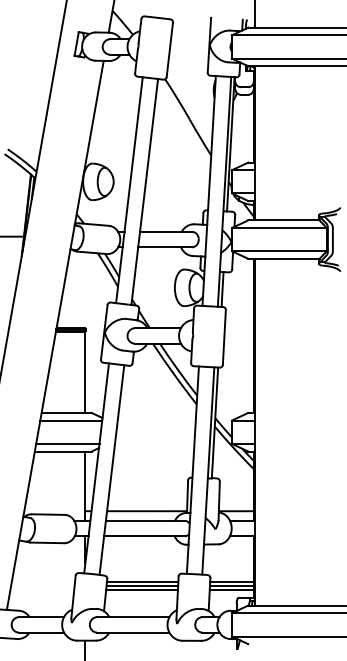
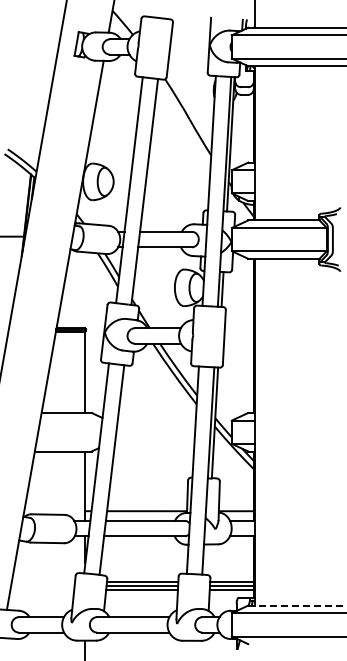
line at (71, 420): present -> none
line at (67, 443): present -> none
line at (297, 605): solid -> dashed
